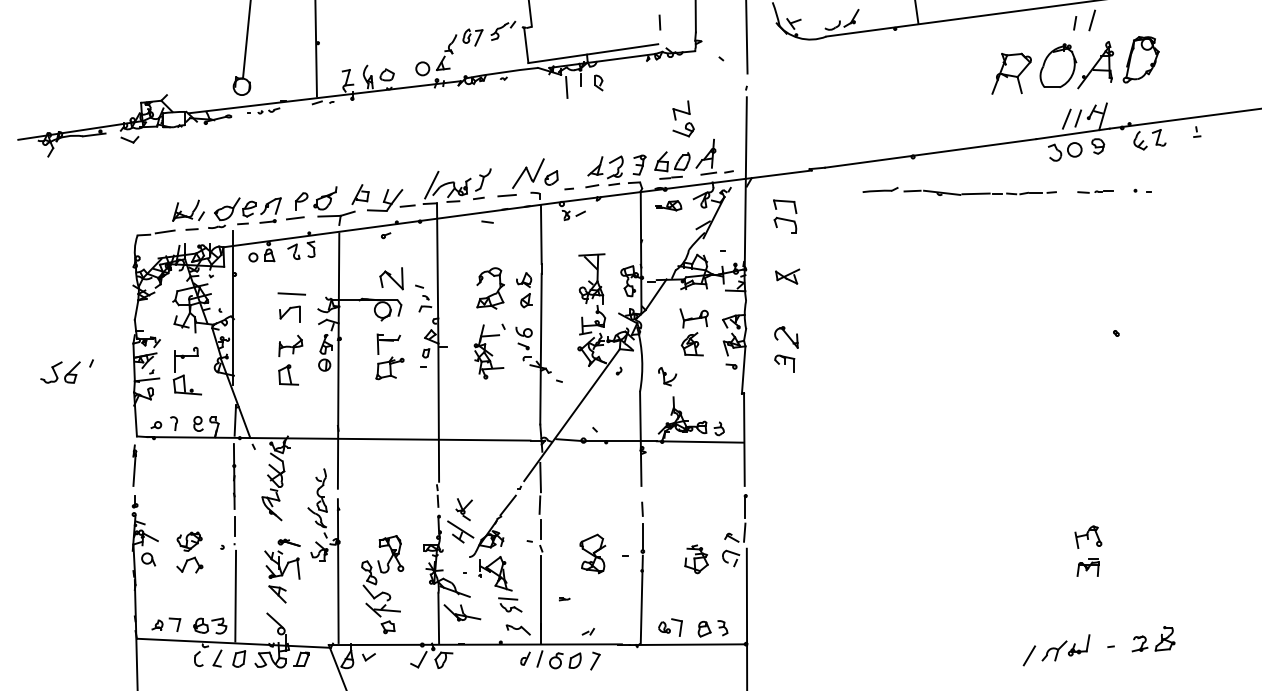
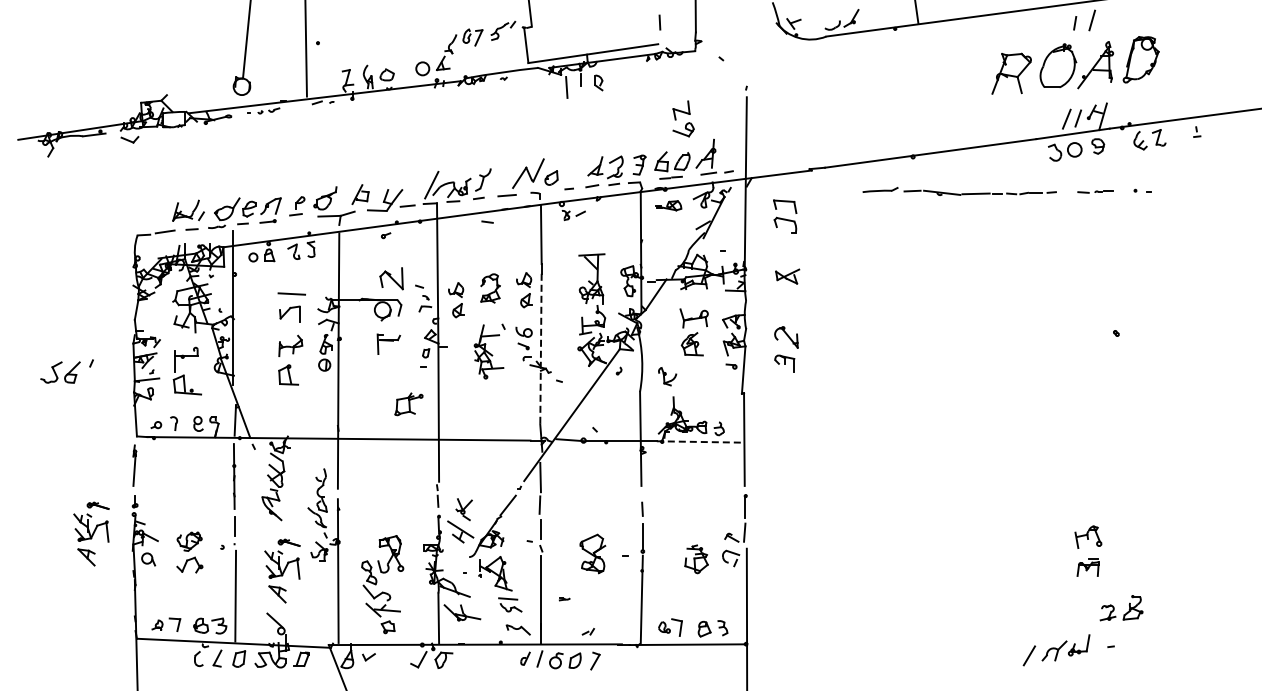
line at (746, 37): present -> none
line at (315, 49) position: (315, 49) -> (305, 49)
part at (297, 206) size: 23x29 px -> 17x21 px
part at (490, 288) size: 29x43 px -> 21x31 px
part at (456, 300): none -> present
line at (540, 349): solid -> dashed
part at (389, 368) position: (389, 368) -> (408, 404)
line at (700, 441): solid -> dashed
part at (91, 533): none -> present
part at (1155, 645) position: (1155, 645) -> (1123, 614)
